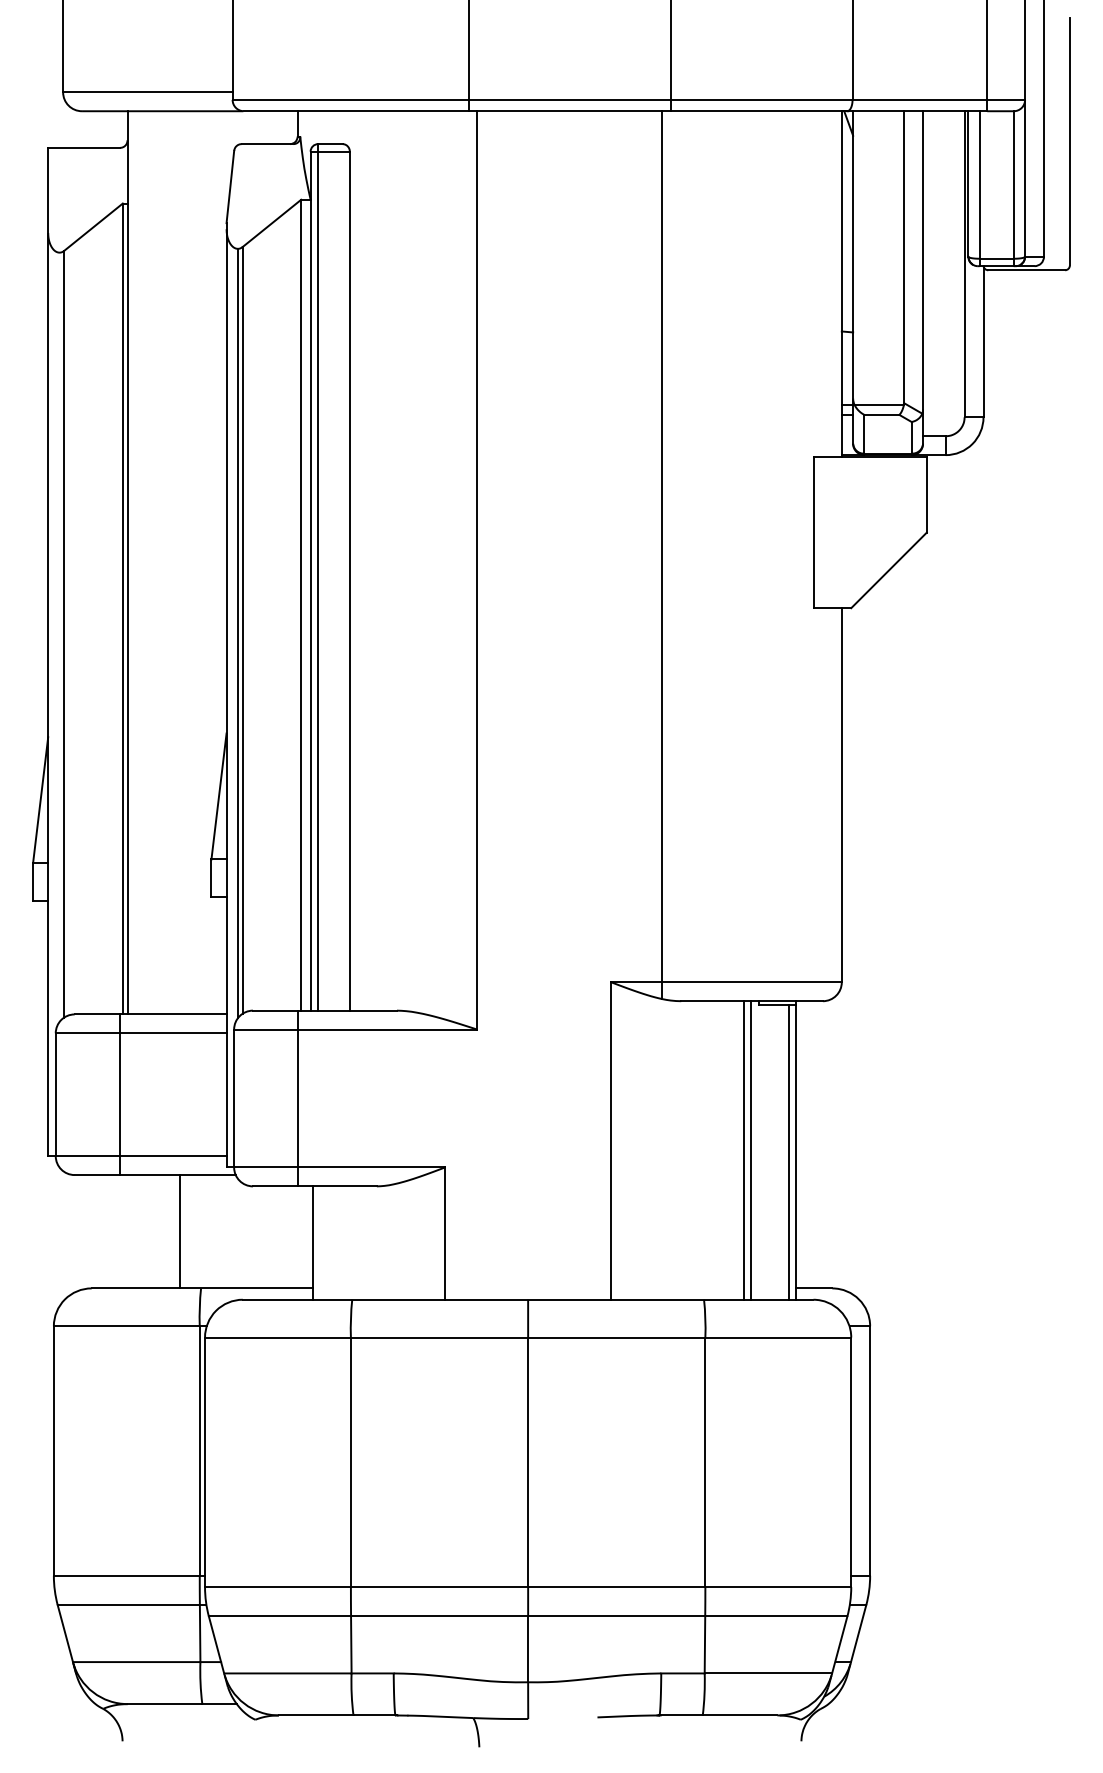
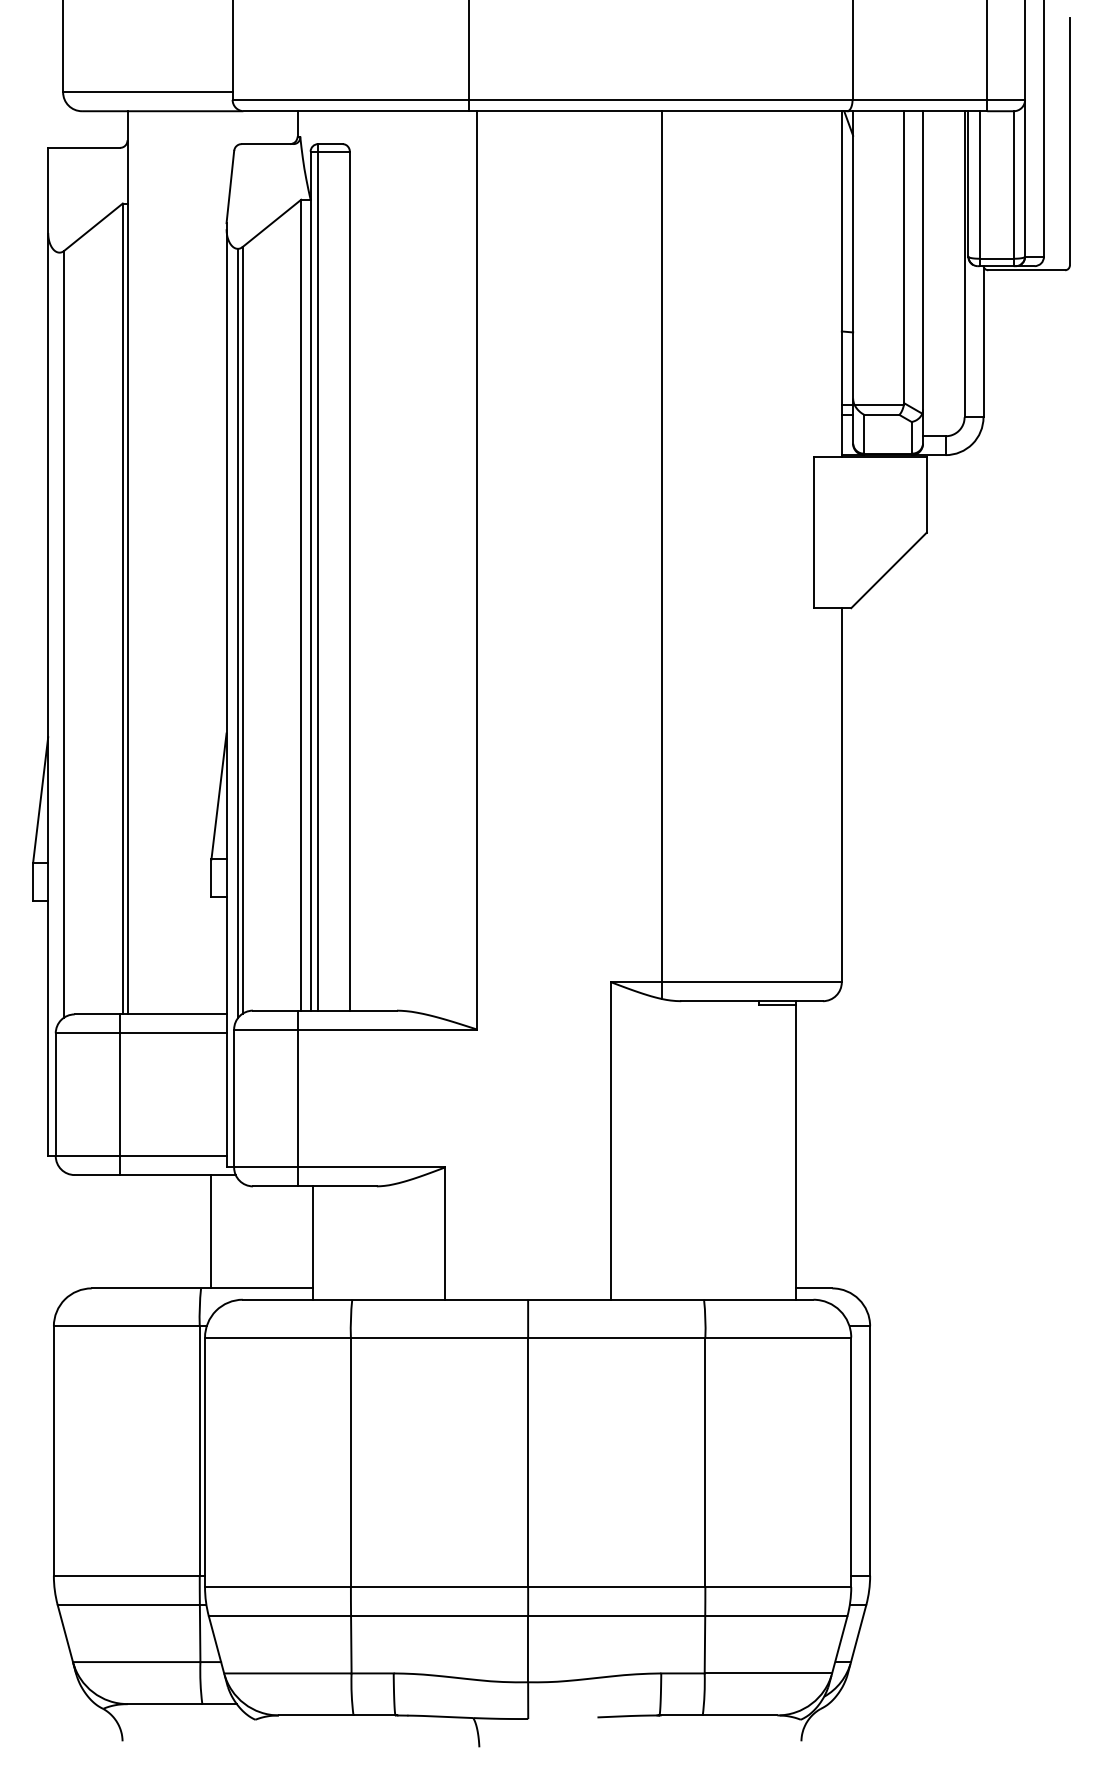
line at (670, 56): present -> none
line at (743, 1150): present -> none
line at (751, 1150): present -> none
line at (788, 1151): present -> none
line at (180, 1231) position: (180, 1231) -> (211, 1231)
